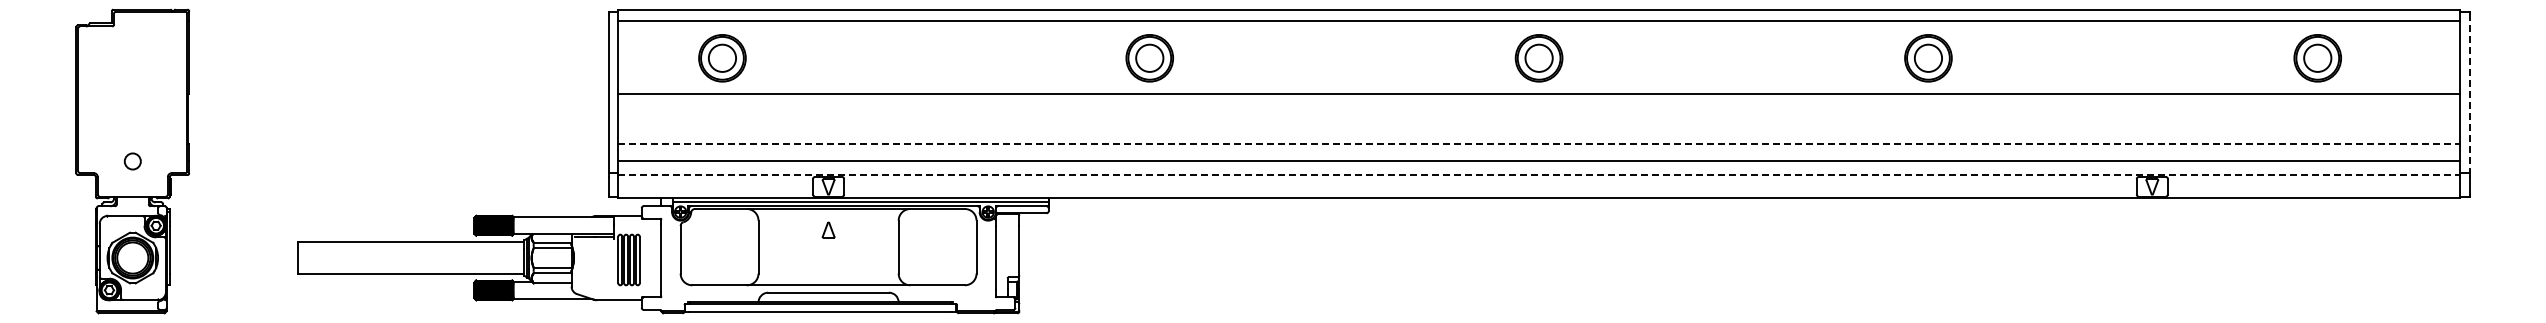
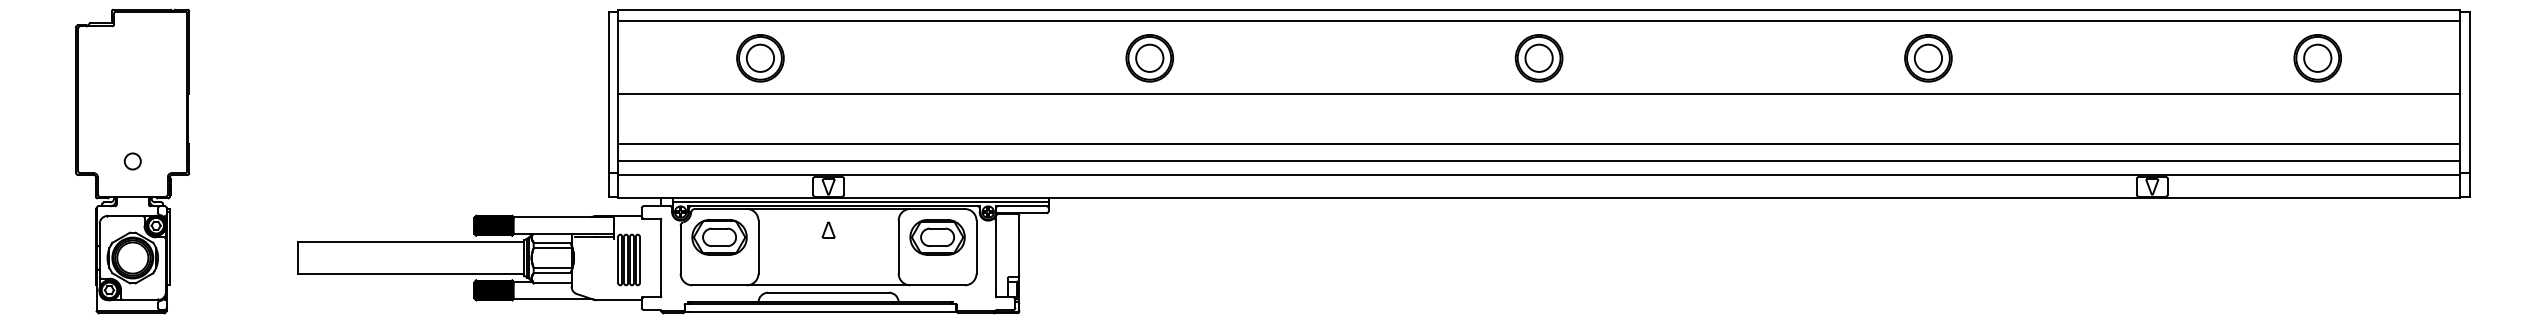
part at (722, 58) position: (722, 58) -> (760, 58)
line at (2469, 92): dashed -> solid
line at (1539, 144): dashed -> solid
line at (1539, 175): dashed -> solid
part at (719, 237): none -> present
part at (937, 237): none -> present
